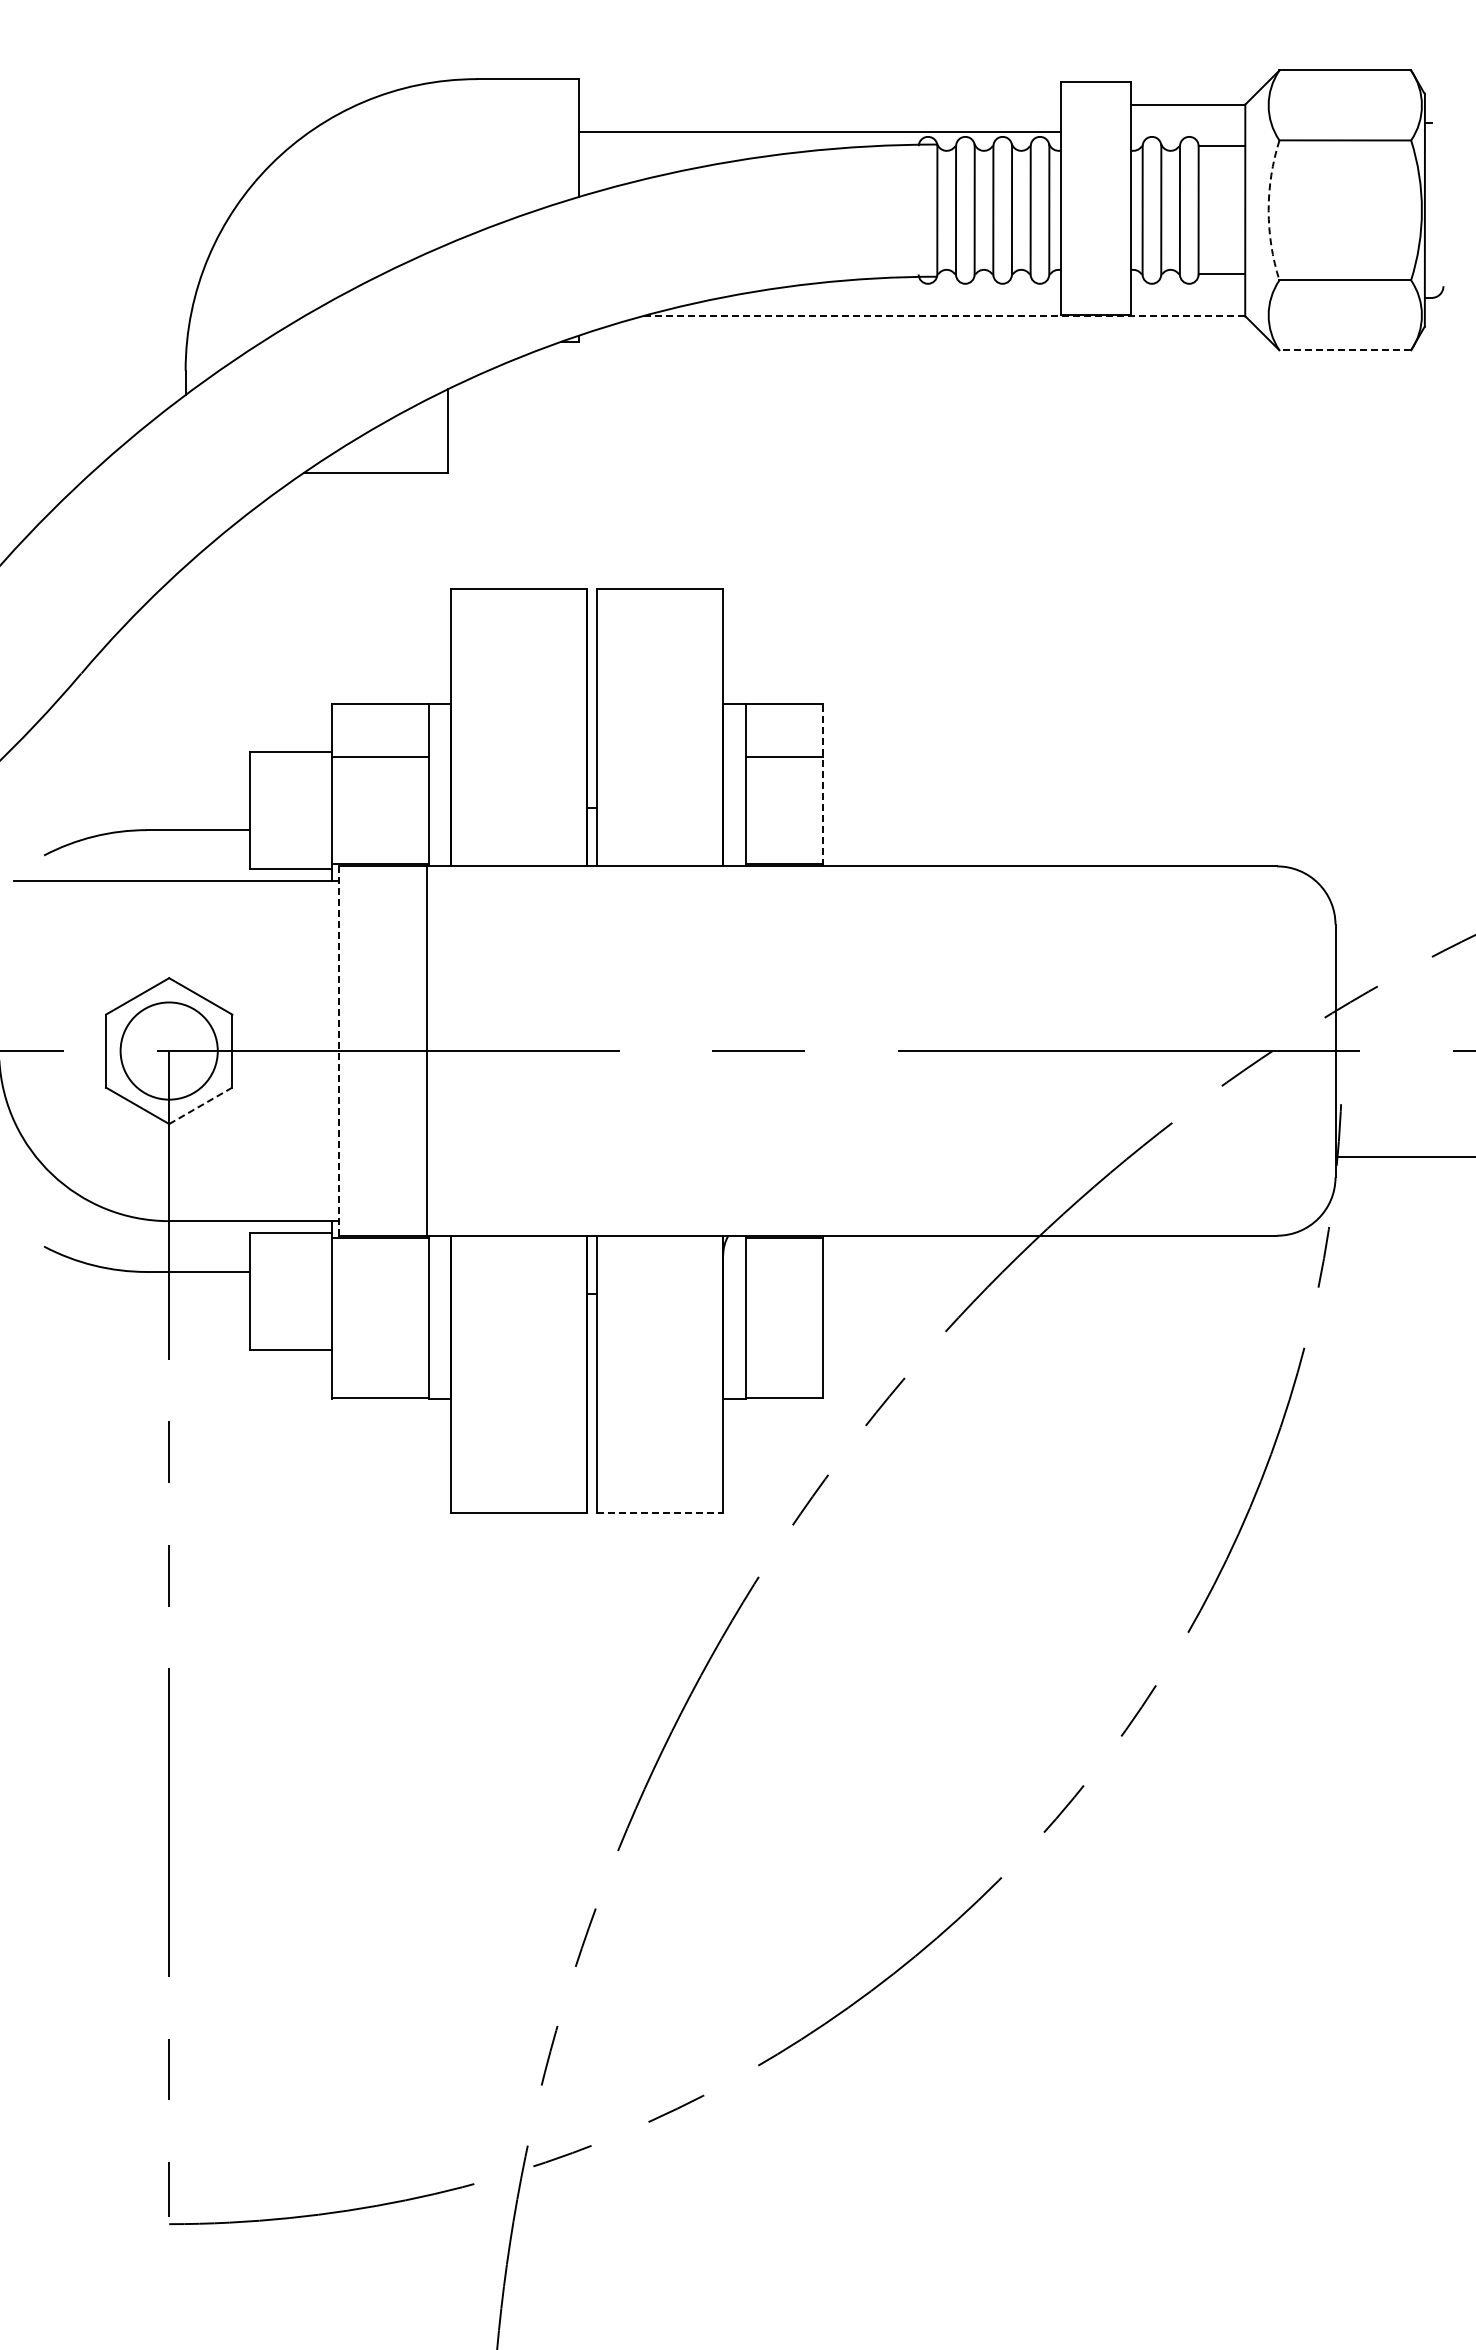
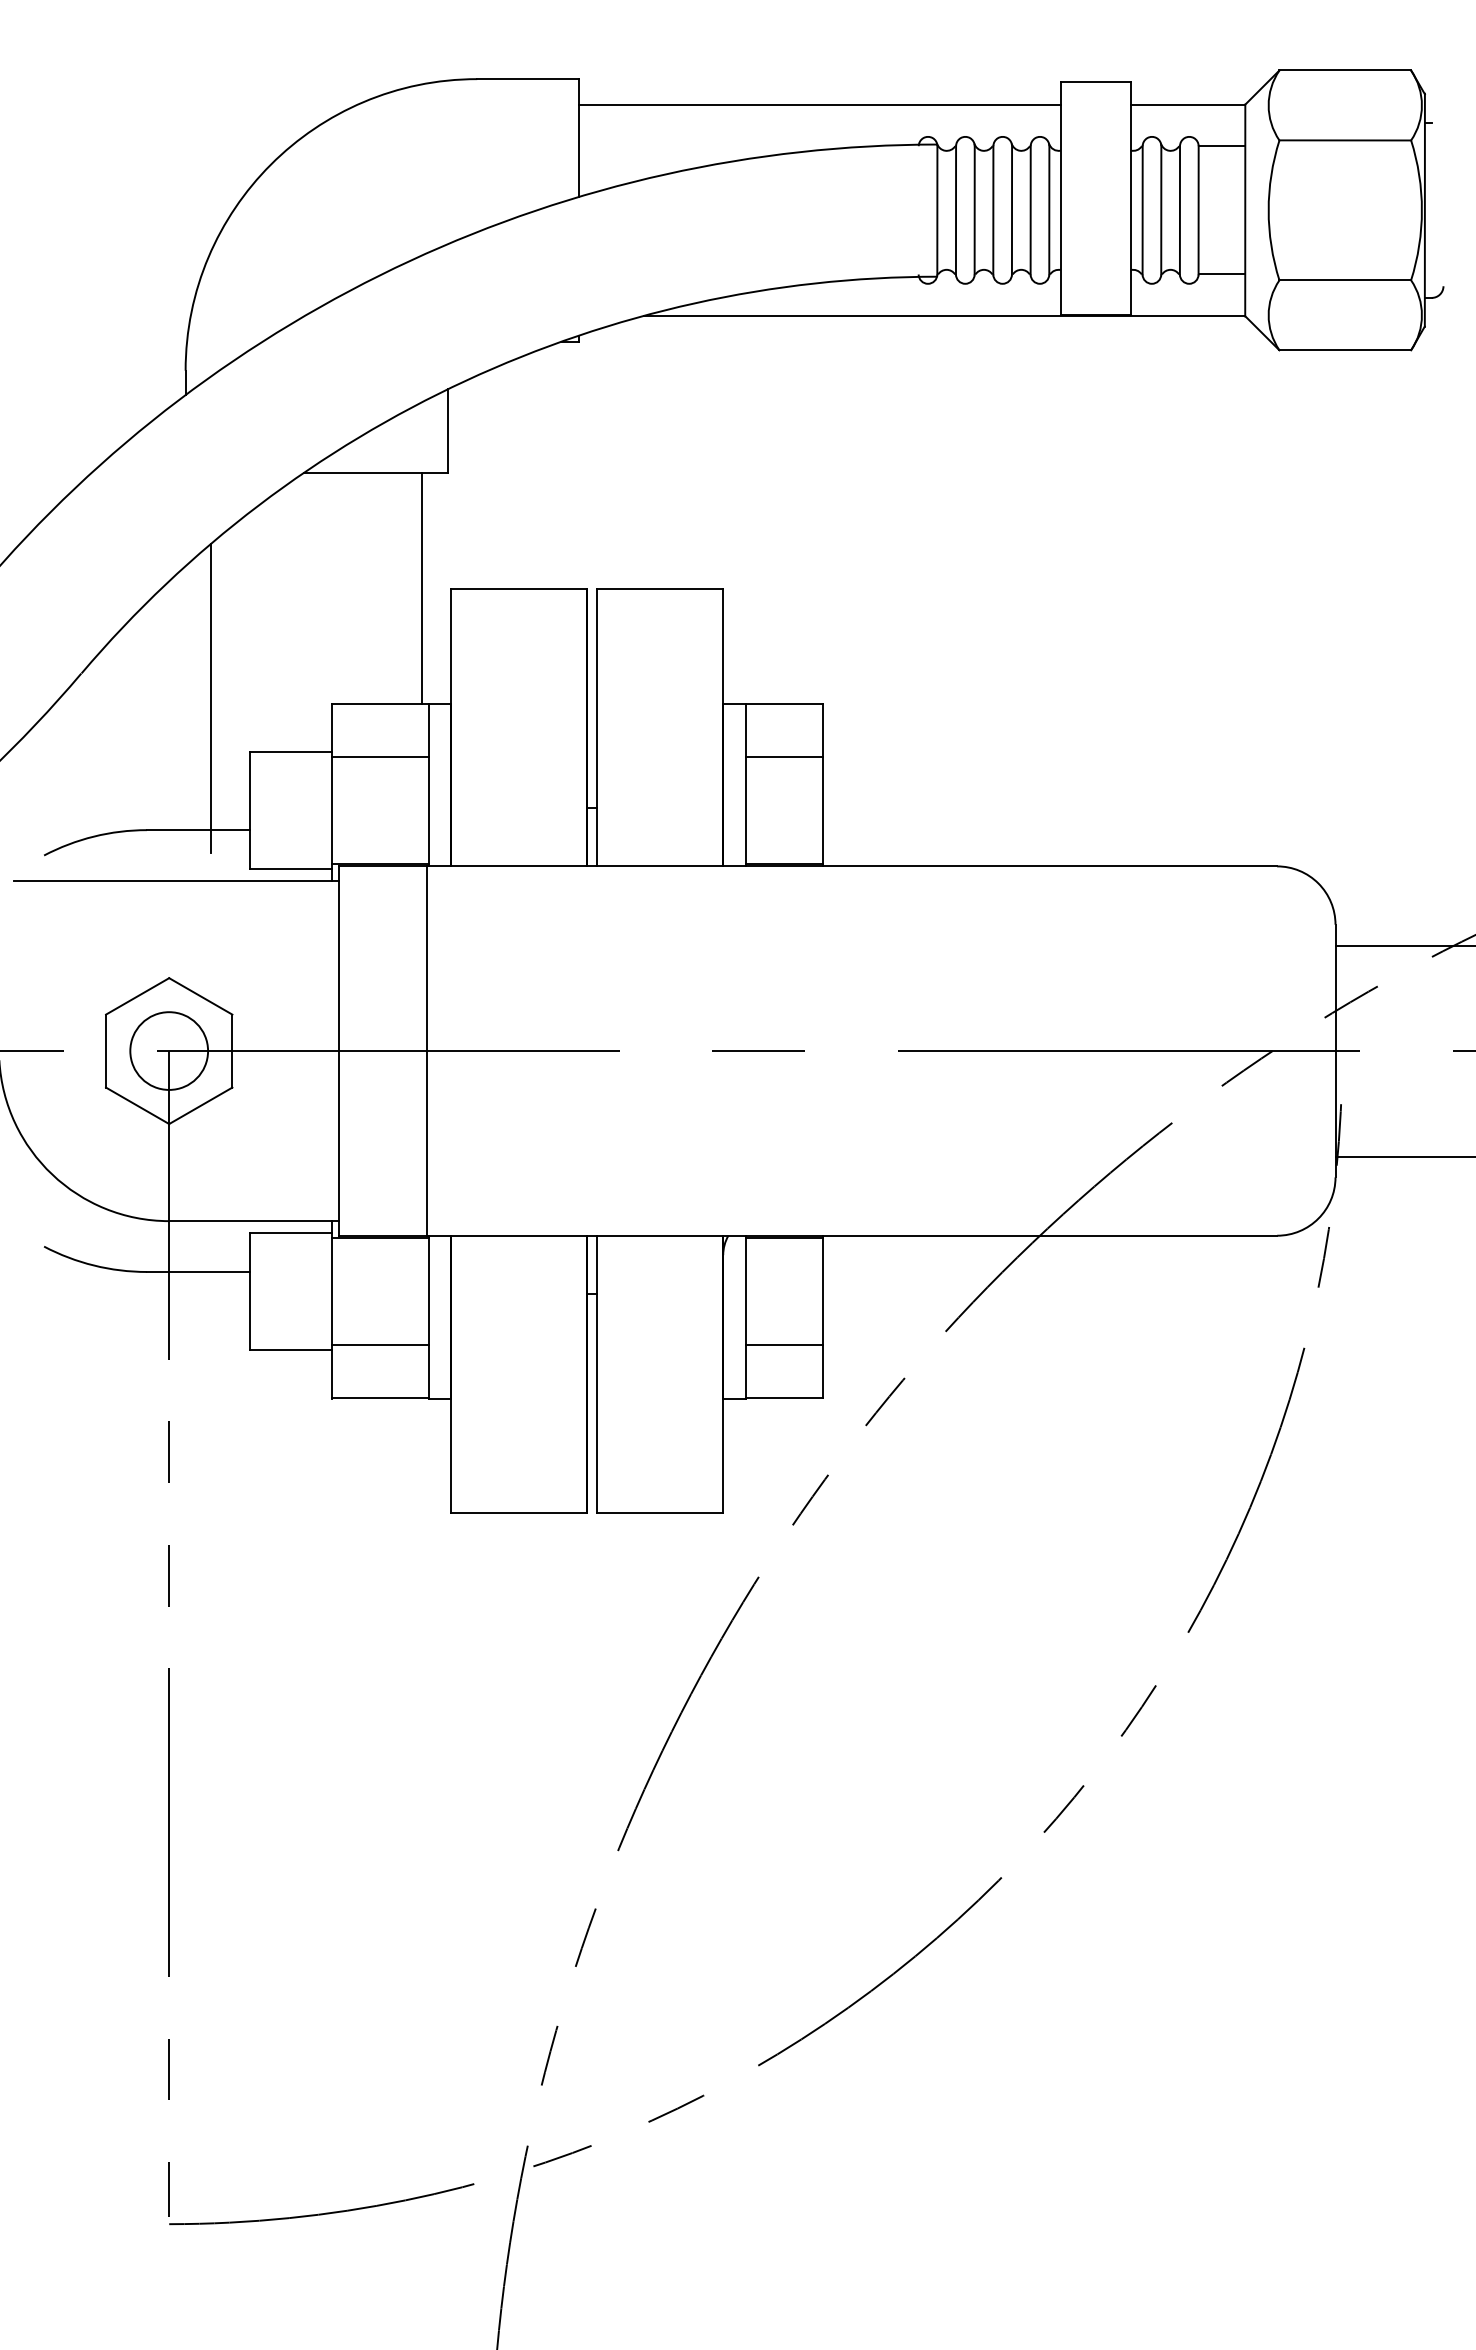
line at (819, 131) position: (819, 131) -> (819, 104)
arc at (1268, 210): dashed -> solid
line at (944, 315): dashed -> solid
line at (1345, 350): dashed -> solid
line at (422, 587): none -> present
line at (211, 697): none -> present
line at (823, 784): dashed -> solid
line at (1403, 945): none -> present
circle at (168, 1050) diameter: 97 px -> 78 px
line at (339, 1051): dashed -> solid
line at (200, 1106): dashed -> solid
line at (379, 1344): none -> present
line at (784, 1344): none -> present
line at (660, 1512): dashed -> solid
